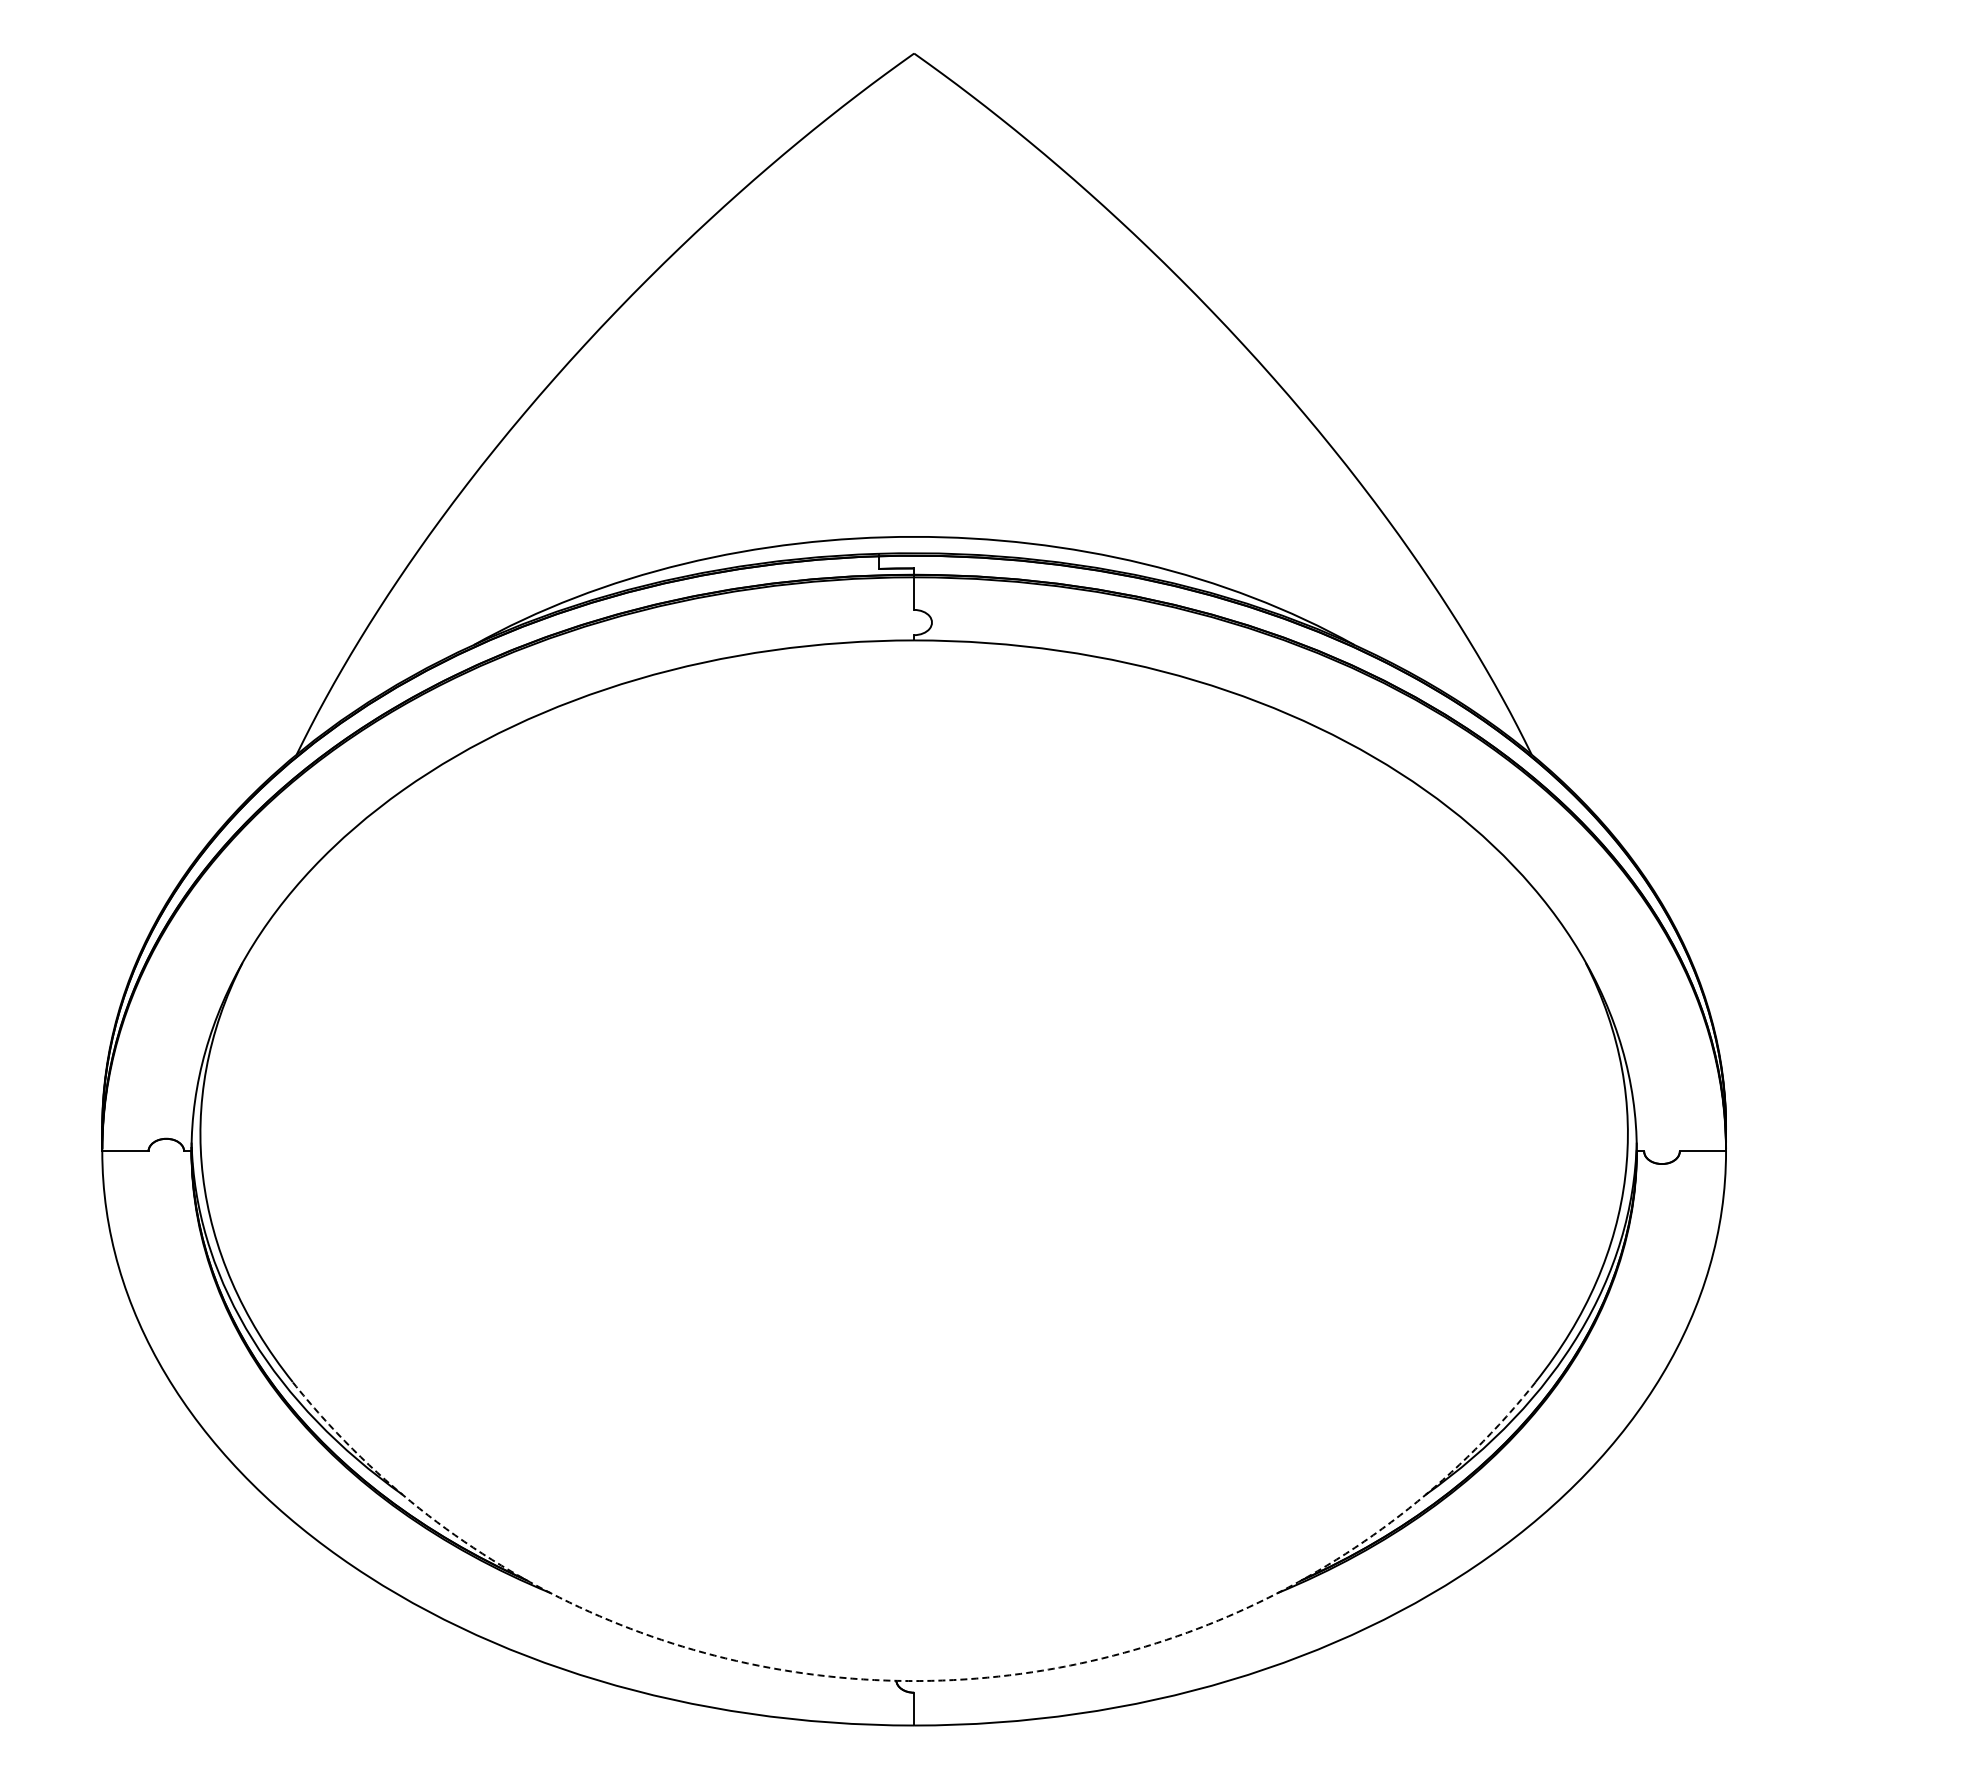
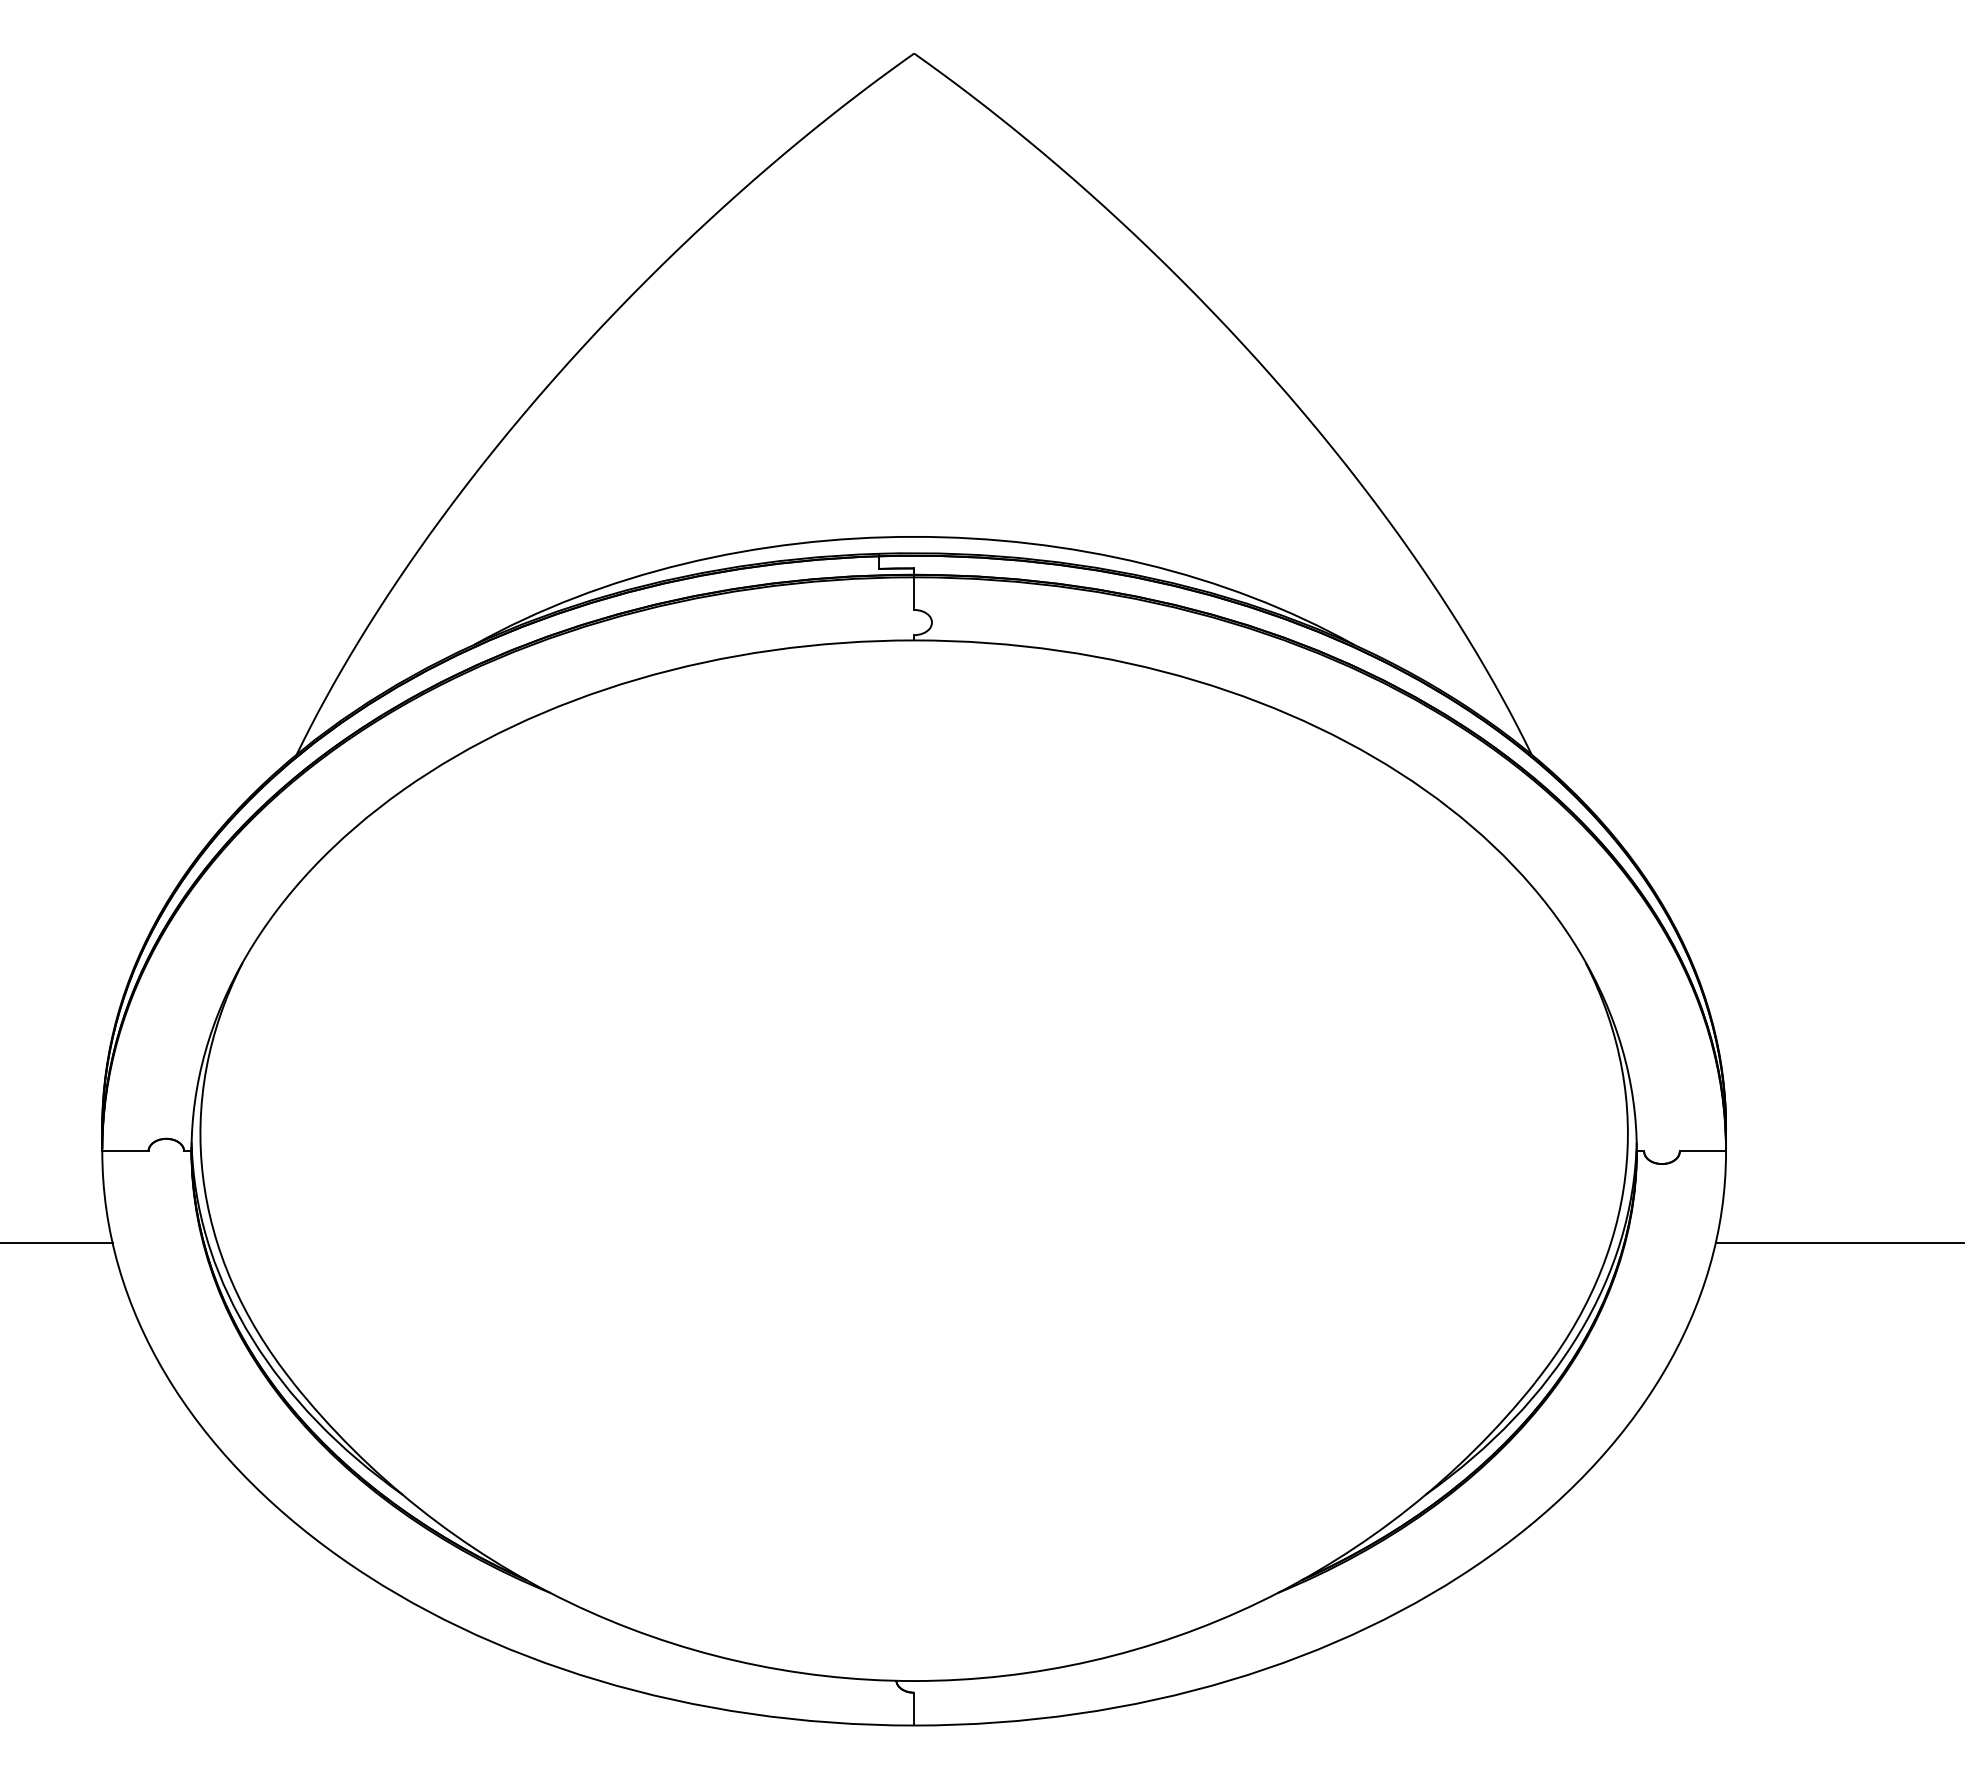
line at (57, 1243): none -> present
line at (1839, 1243): none -> present
arc at (914, 1681): dashed -> solid
